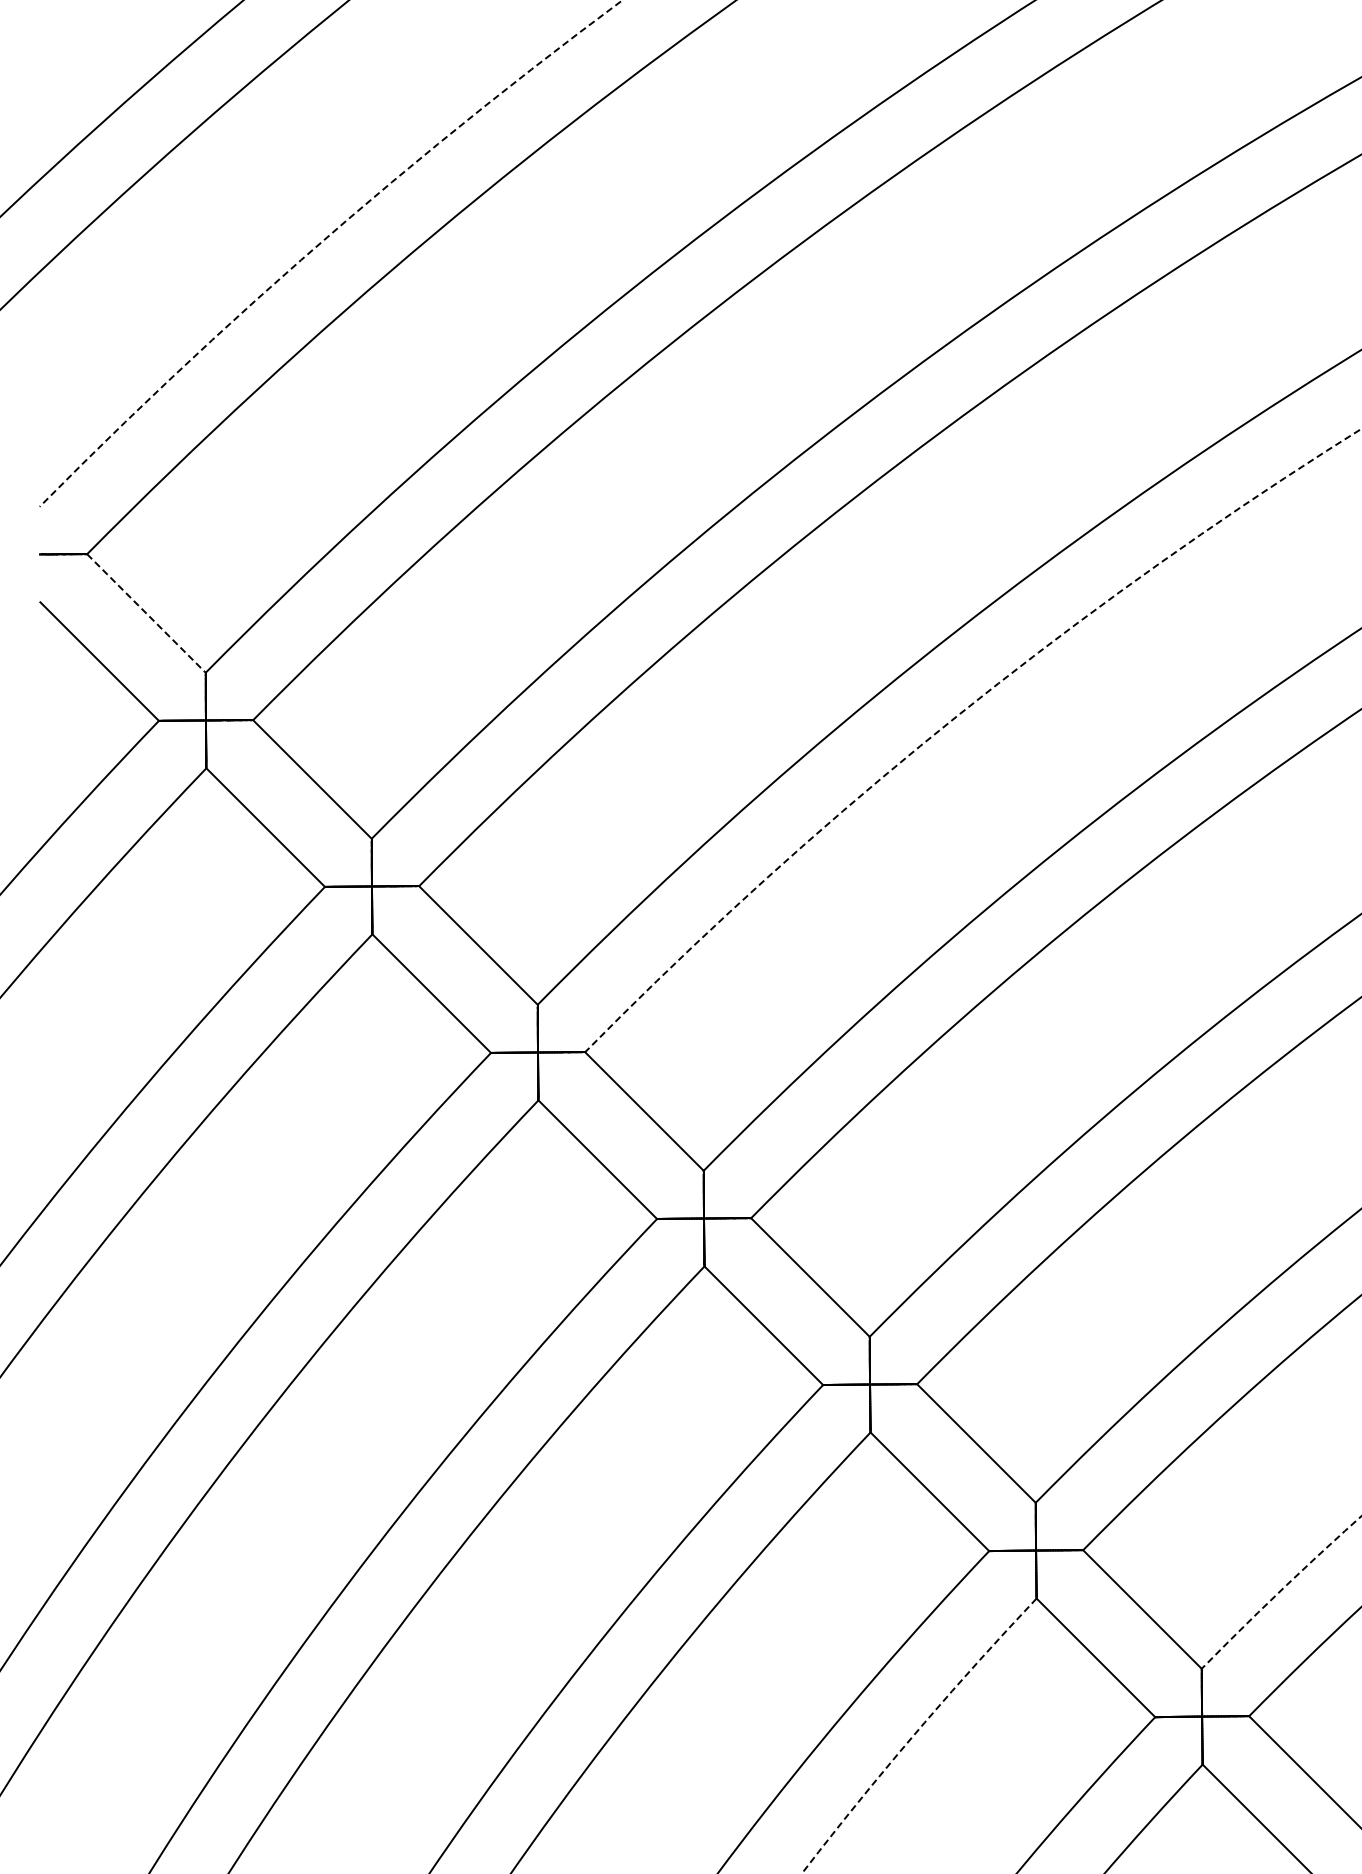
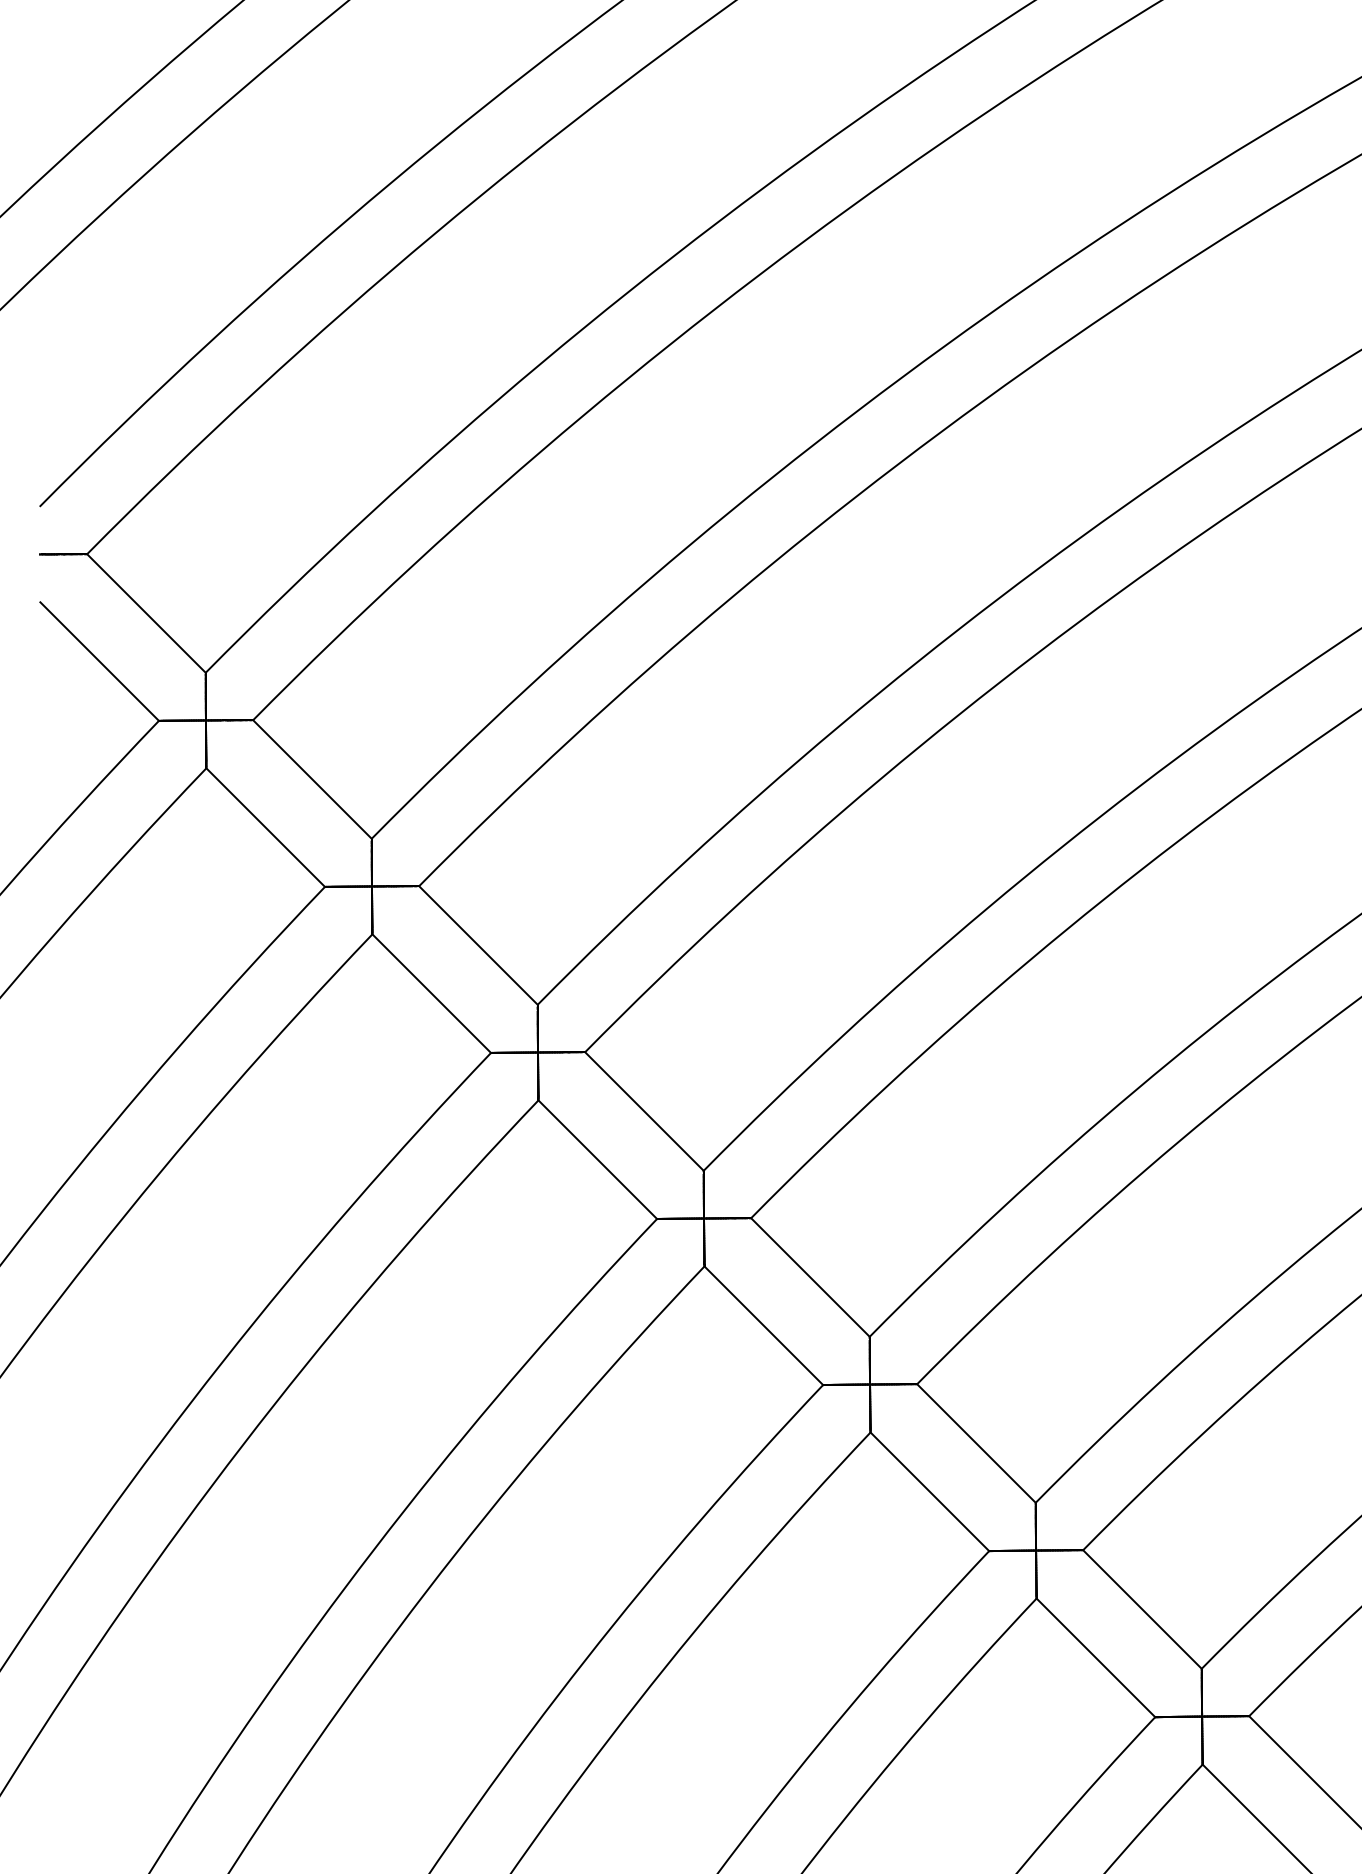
arc at (321, 242): dashed -> solid
line at (146, 613): dashed -> solid
arc at (956, 717): dashed -> solid
arc at (1281, 1590): dashed -> solid
arc at (915, 1733): dashed -> solid
